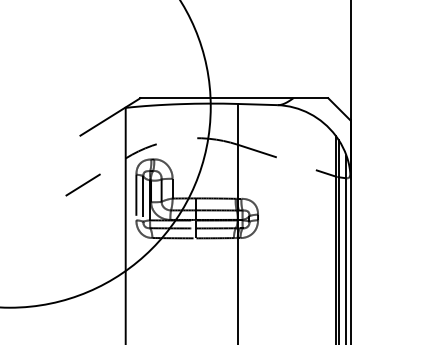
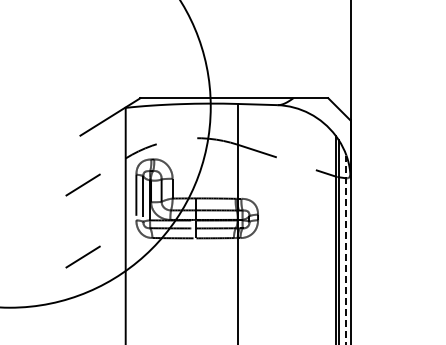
line at (346, 249): solid -> dashed
line at (82, 256): none -> present
